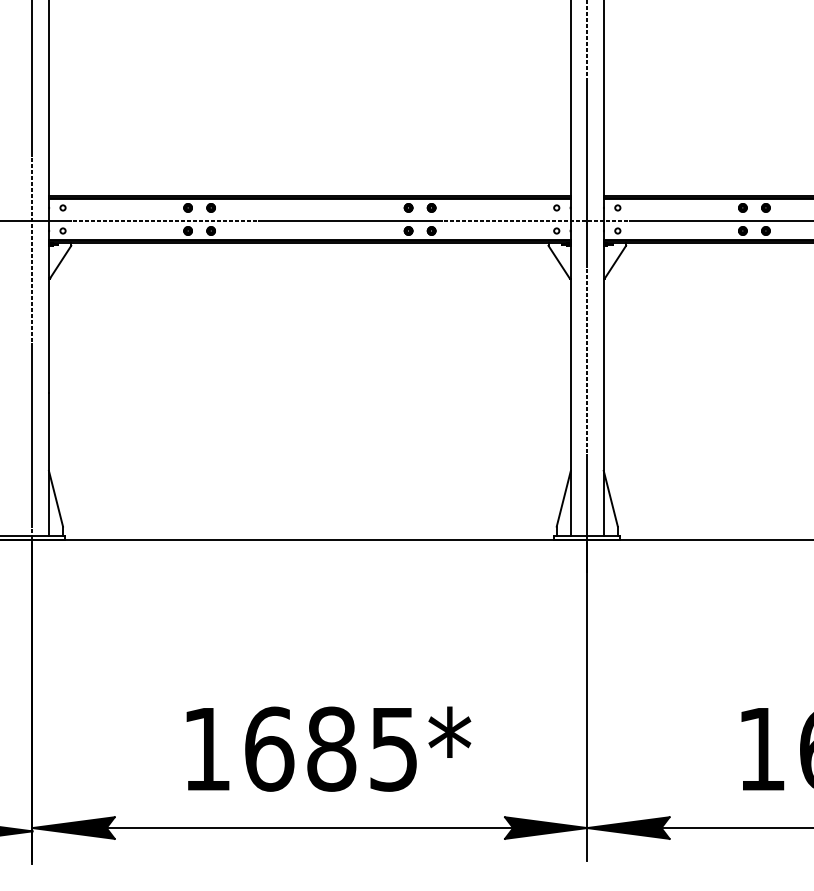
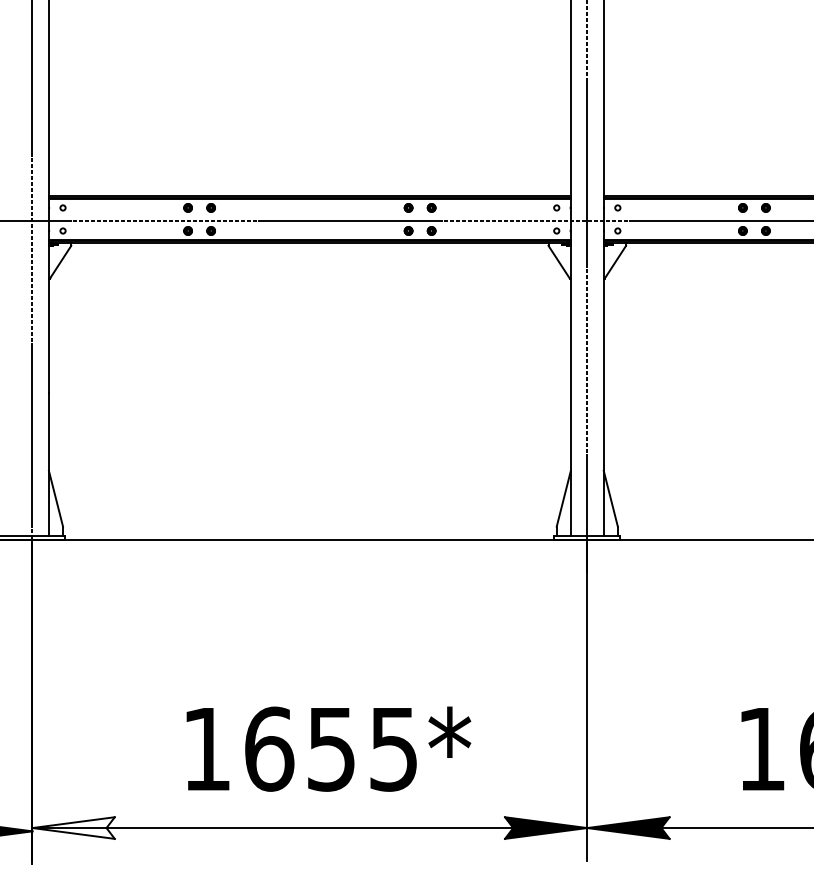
text at (331, 748): 1685* -> 1655*
fill at (73, 827): present -> none
